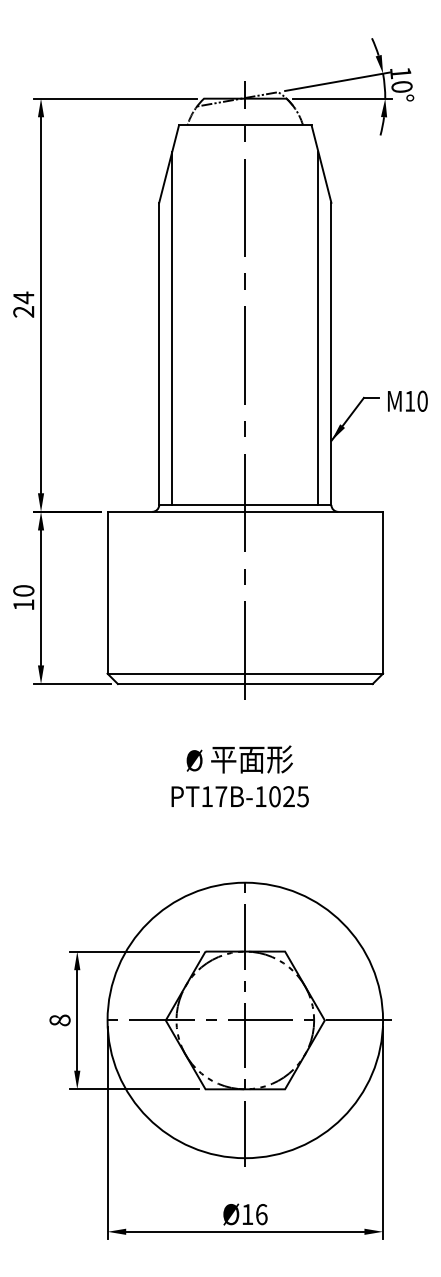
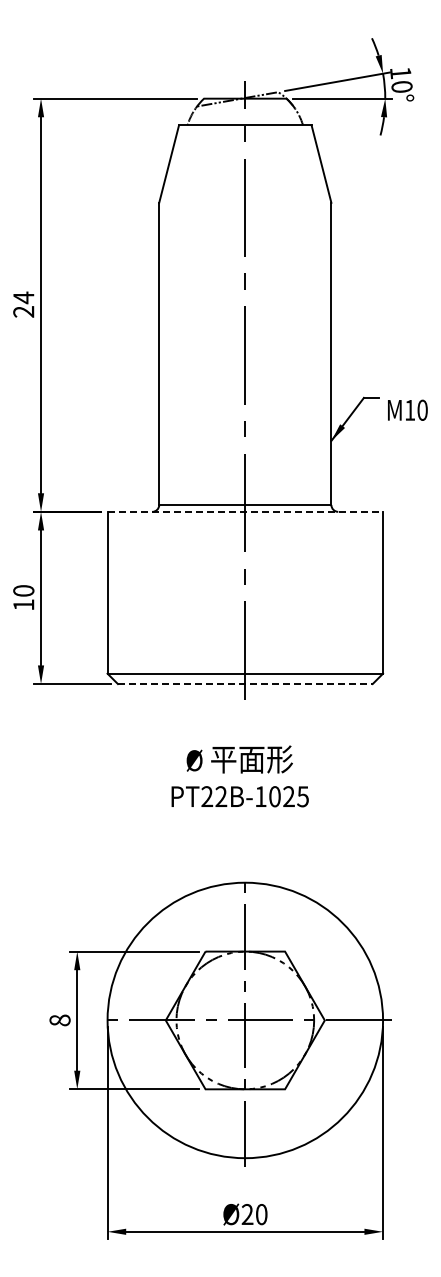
line at (172, 328): present -> none
line at (318, 328): present -> none
text at (407, 400) position: (407, 400) -> (407, 409)
line at (245, 511): solid -> dashed
line at (245, 684): solid -> dashed
text at (214, 796): PT17B-1025 -> PT22B-1025
text at (254, 1214): Ø16 -> Ø20
